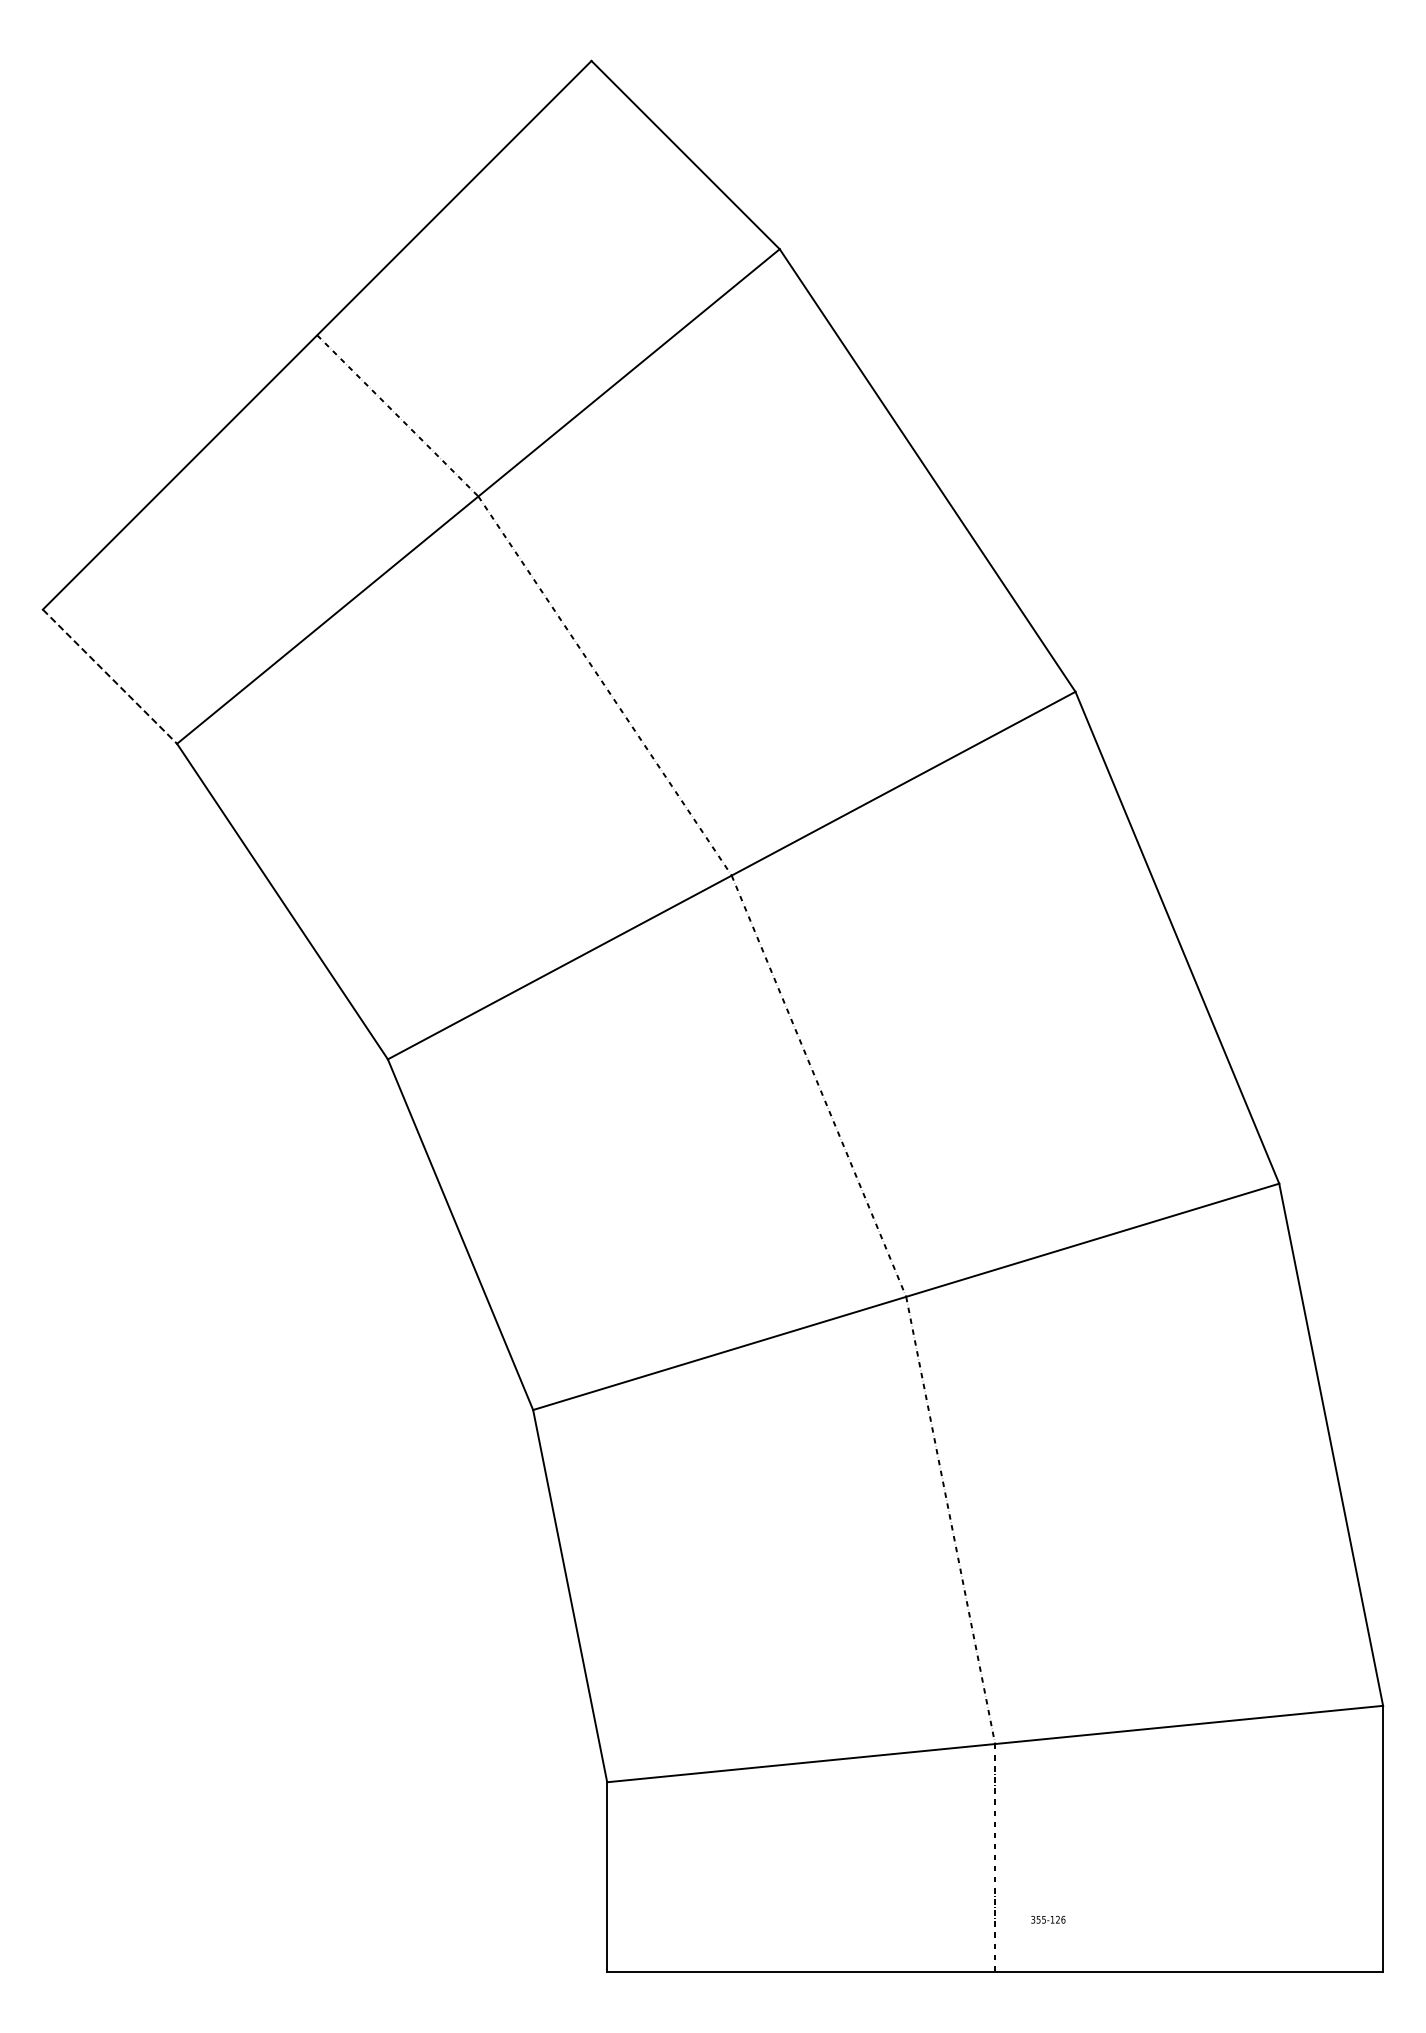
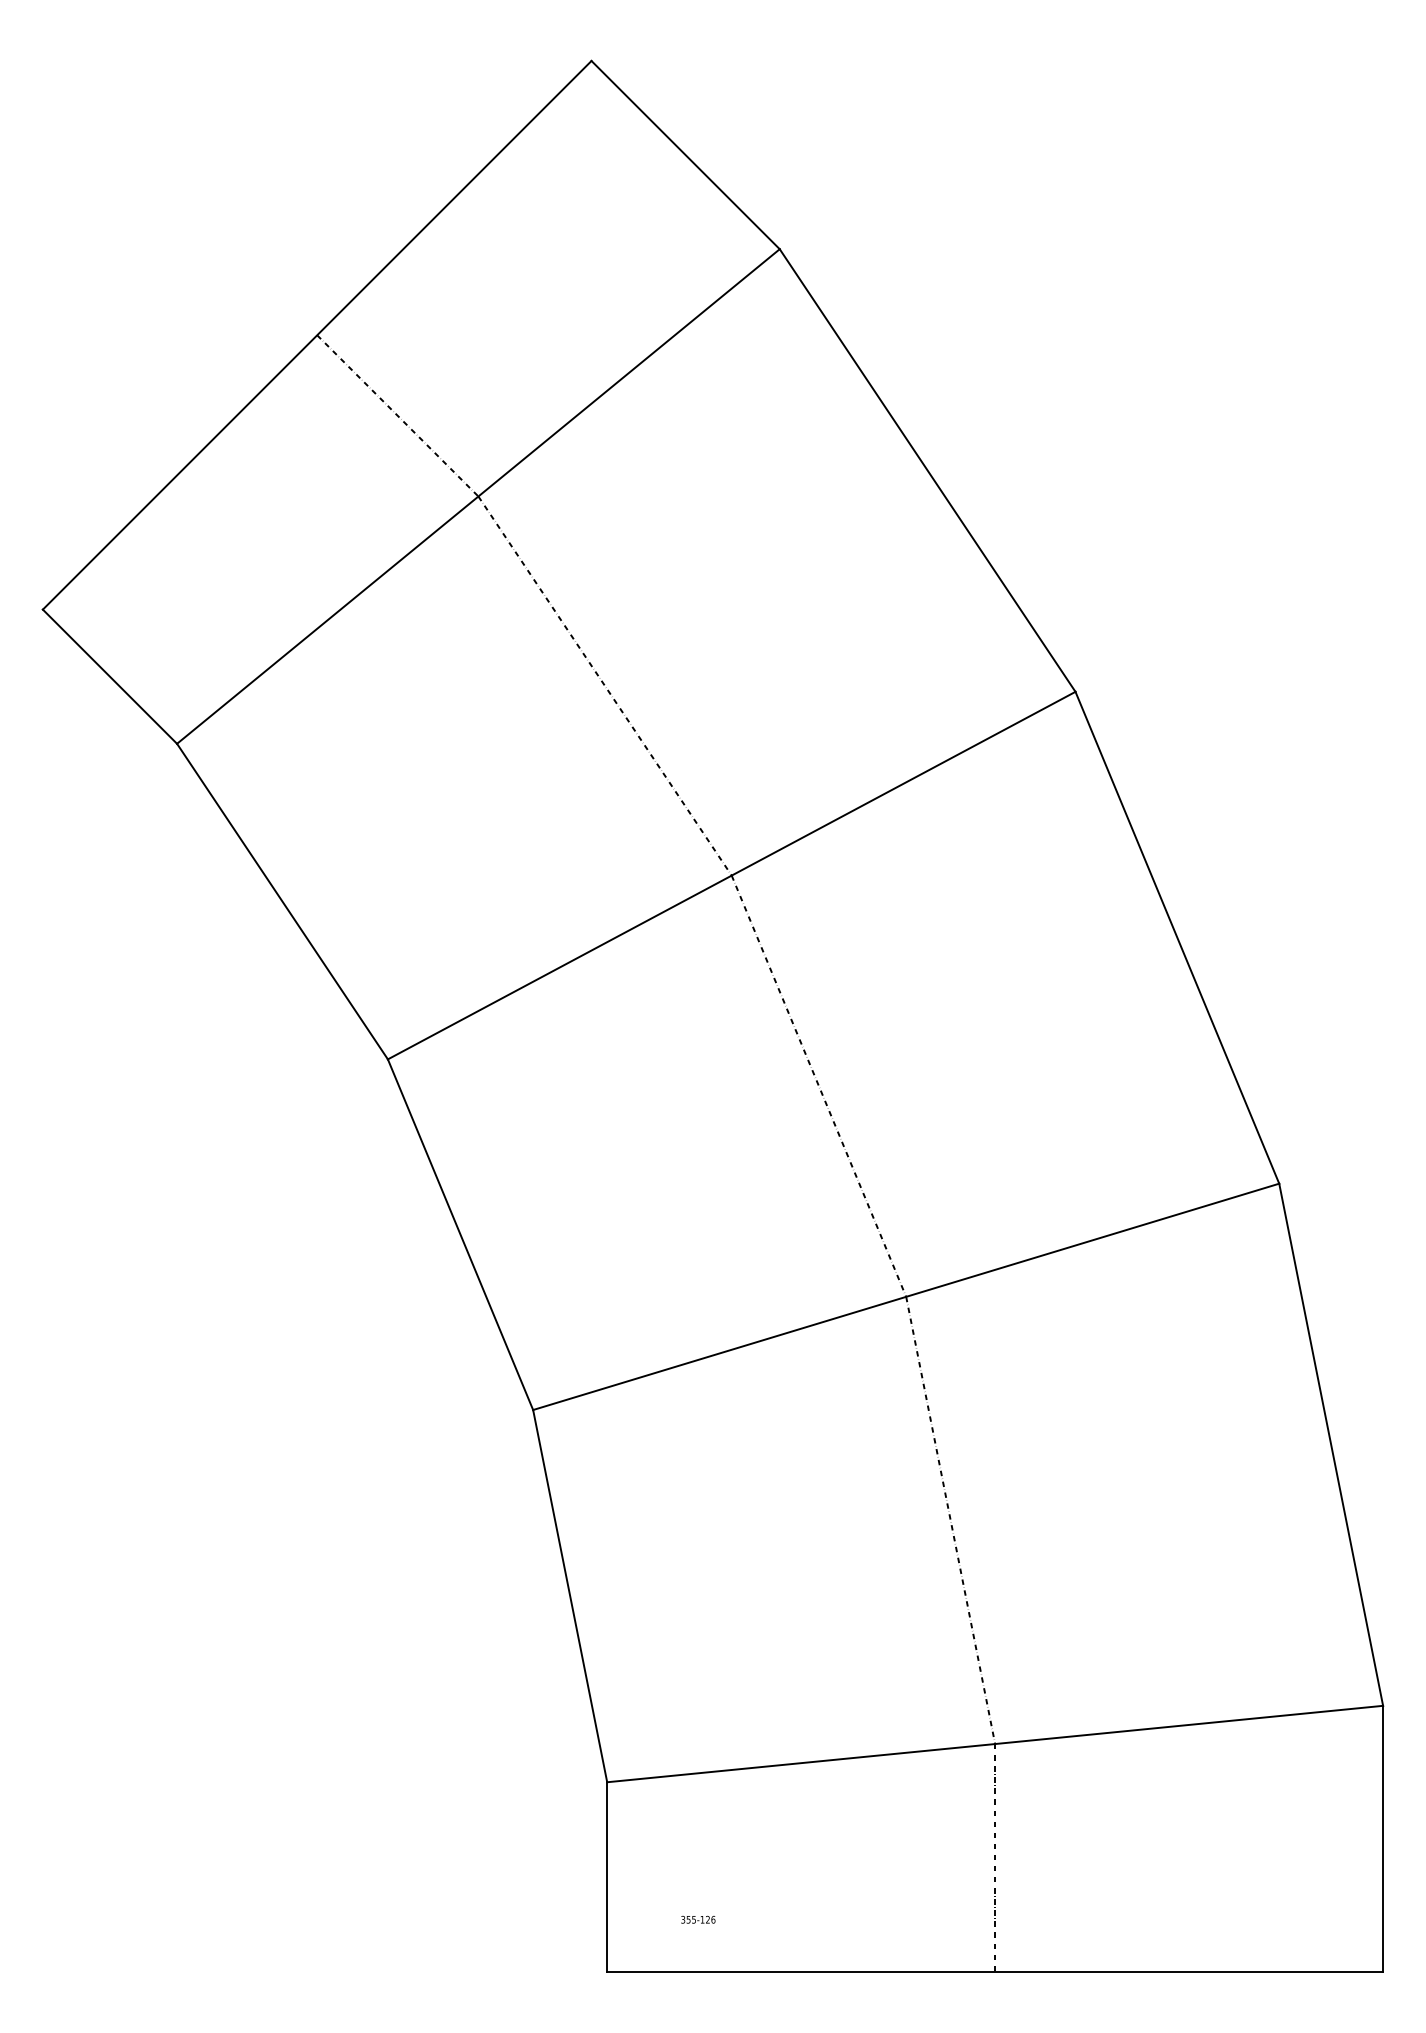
line at (109, 676): dashed -> solid
text at (1048, 1919) position: (1048, 1919) -> (698, 1919)
